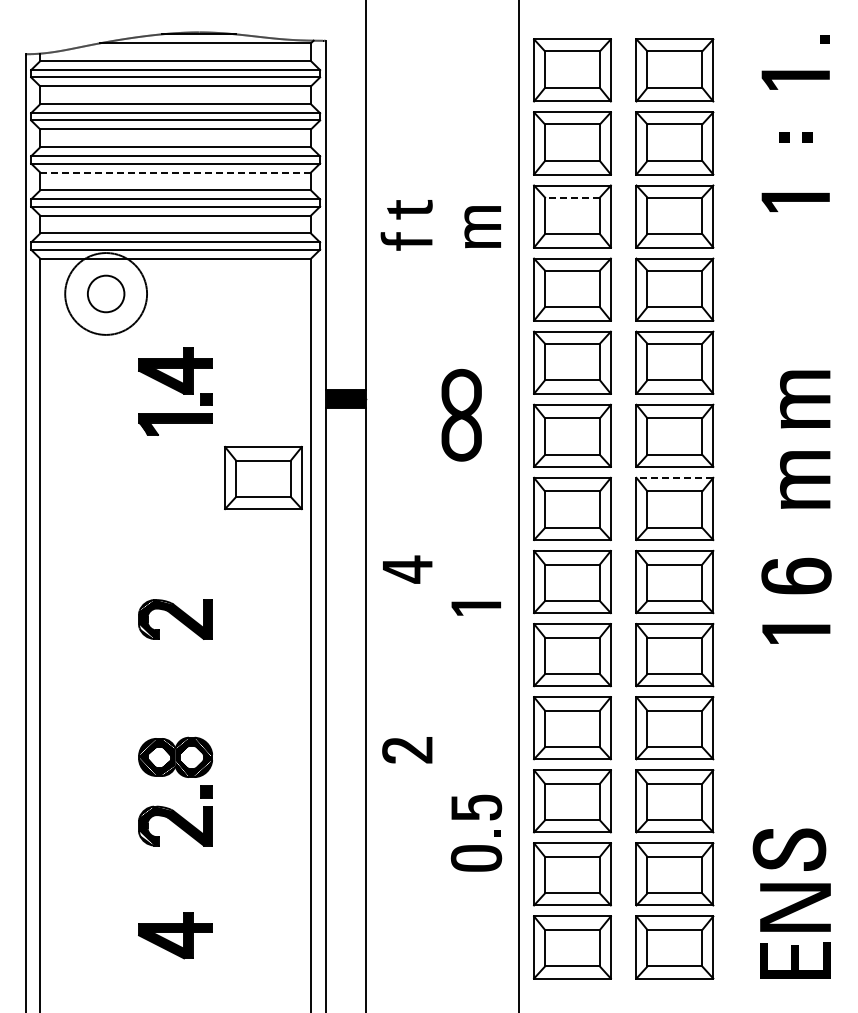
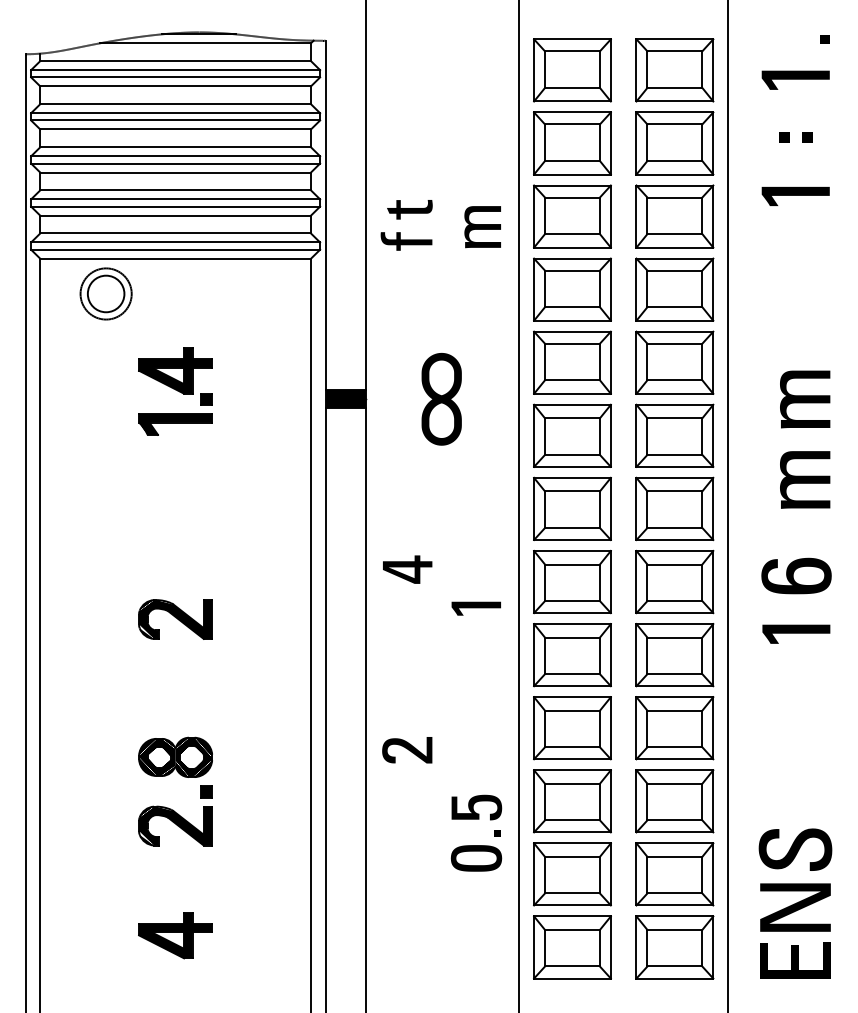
line at (176, 172): dashed -> solid
line at (571, 197): dashed -> solid
part at (795, 202) position: (795, 202) -> (795, 196)
circle at (106, 293) diameter: 82 px -> 51 px
part at (461, 415) position: (461, 415) -> (441, 399)
part at (263, 477): present -> none
line at (674, 477): dashed -> solid
line at (727, 505): none -> present
part at (789, 849) position: (789, 849) -> (795, 849)
